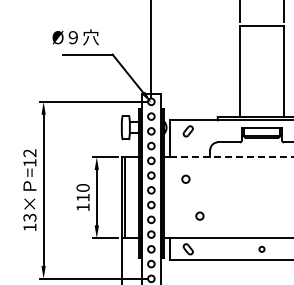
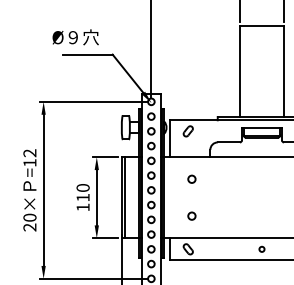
line at (231, 157): dashed -> solid
circle at (185, 178) position: (185, 178) -> (191, 178)
circle at (199, 215) position: (199, 215) -> (191, 215)
text at (29, 222): 13× -> 20×
